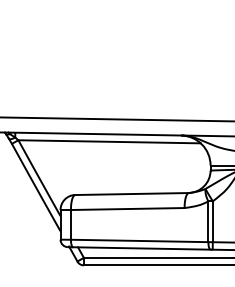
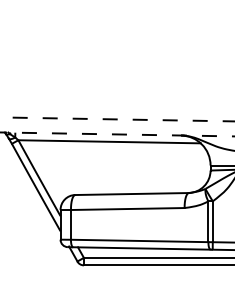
line at (117, 119): solid -> dashed
line at (117, 134): solid -> dashed
